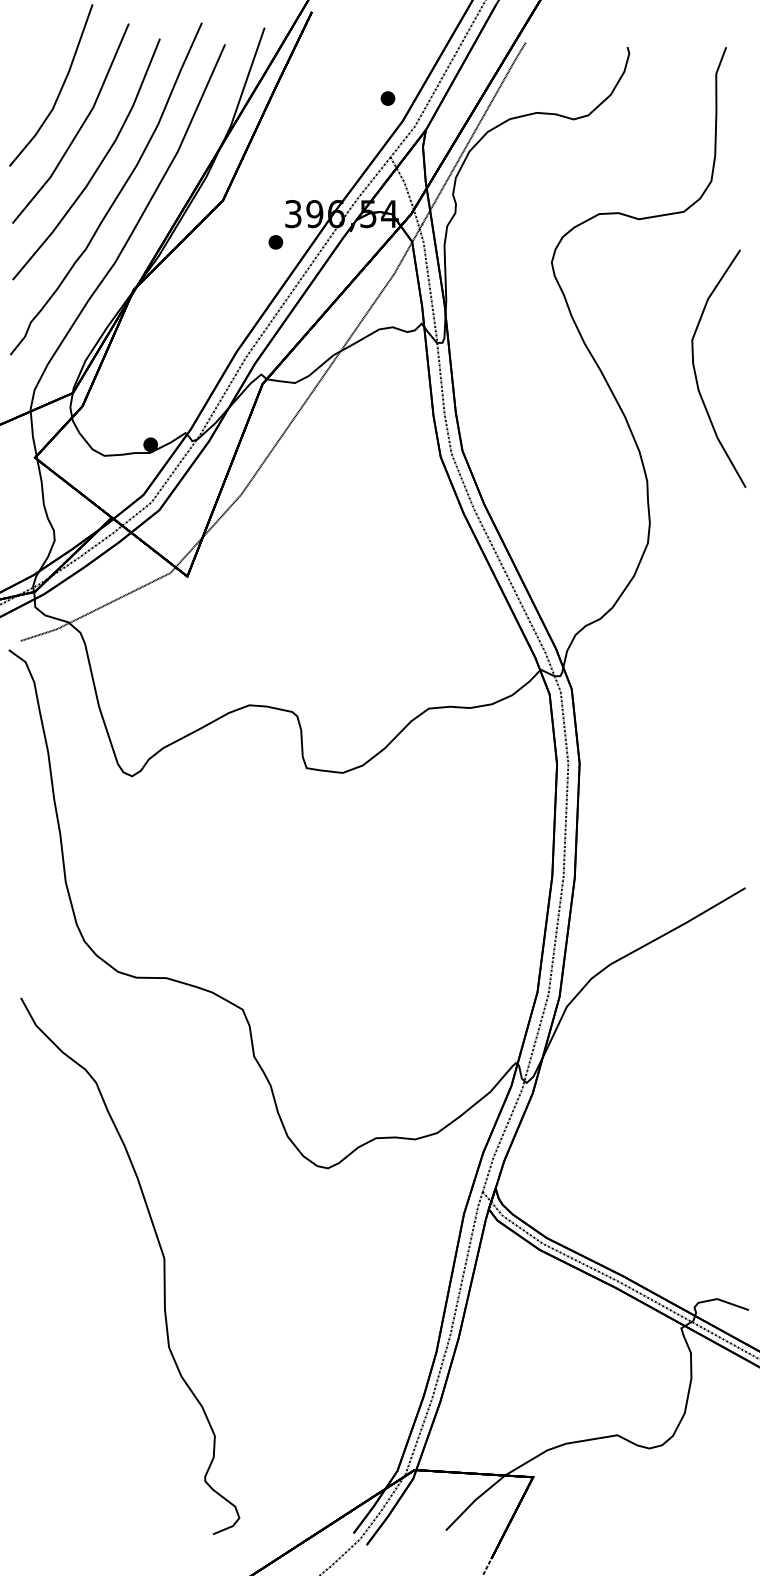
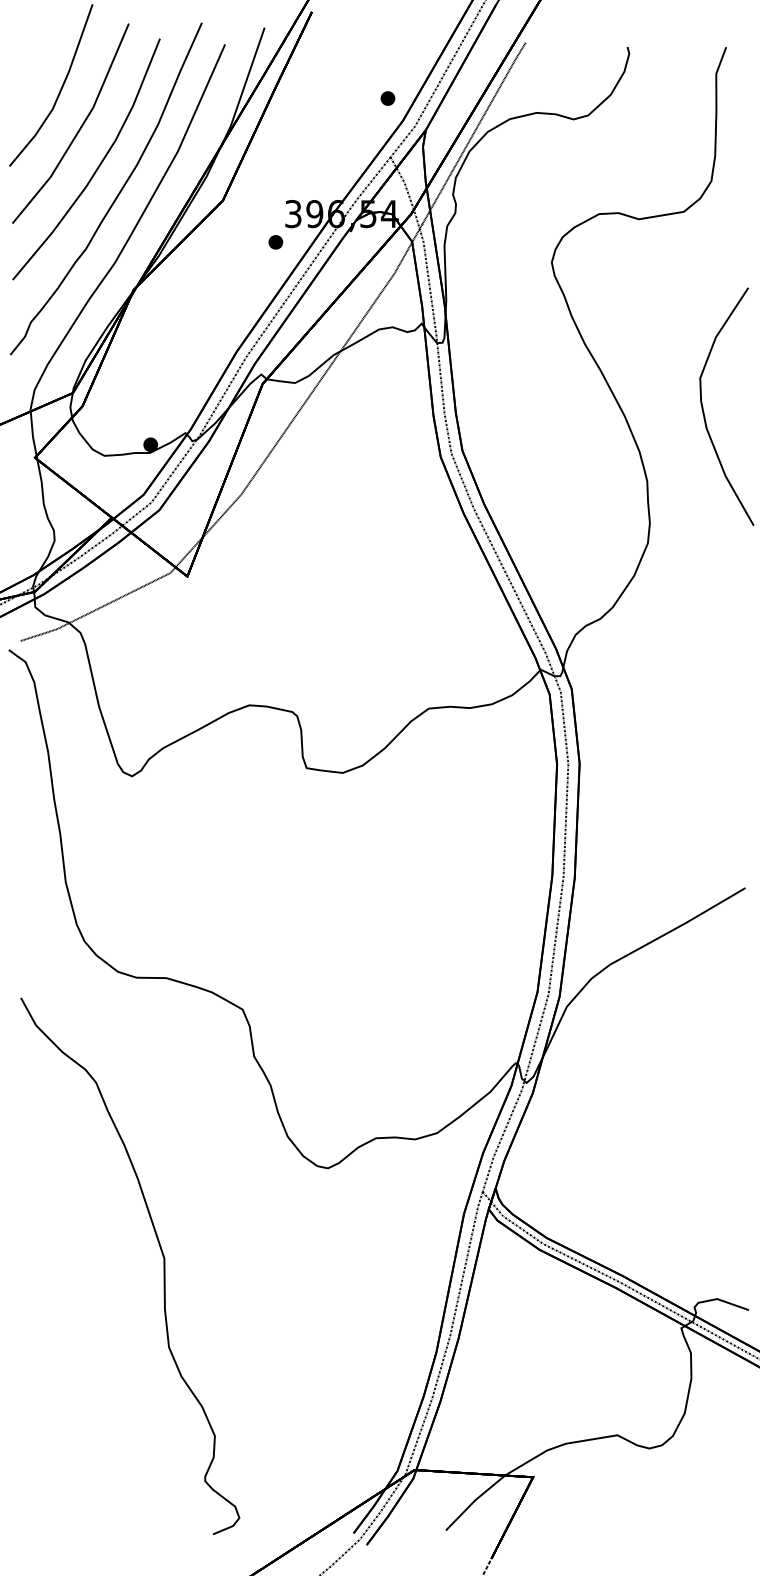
curve at (696, 373) position: (696, 373) -> (704, 411)
